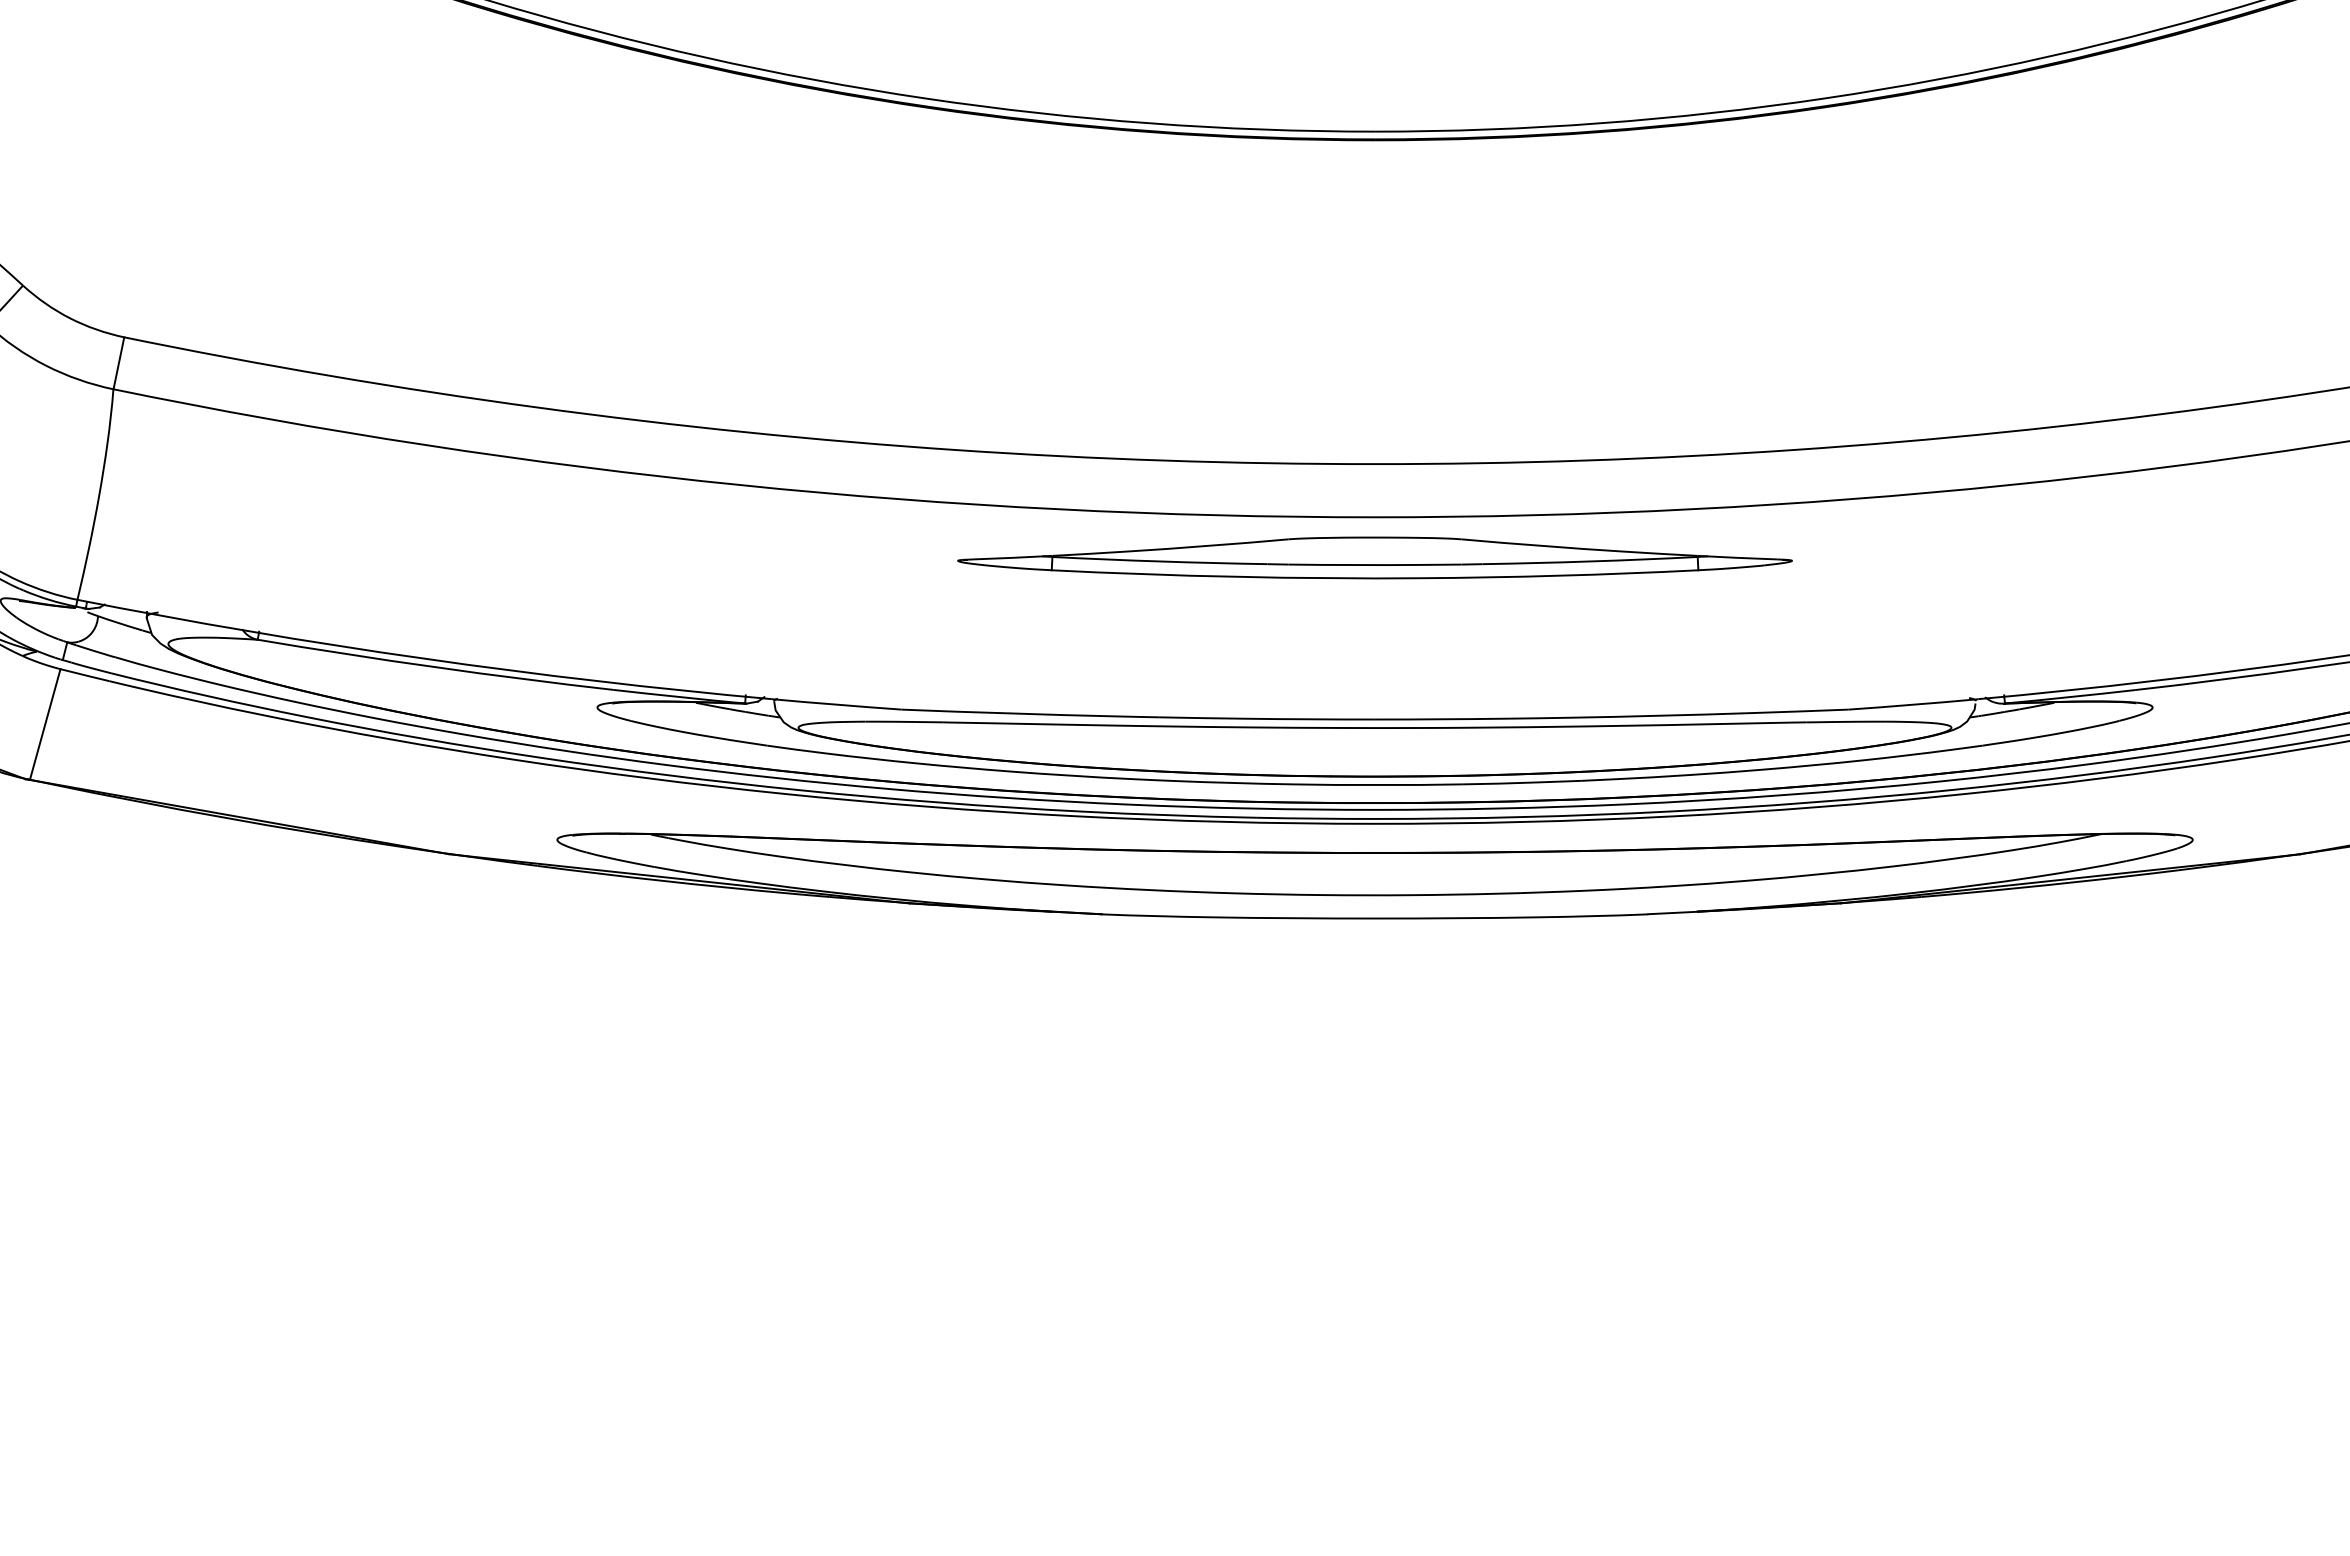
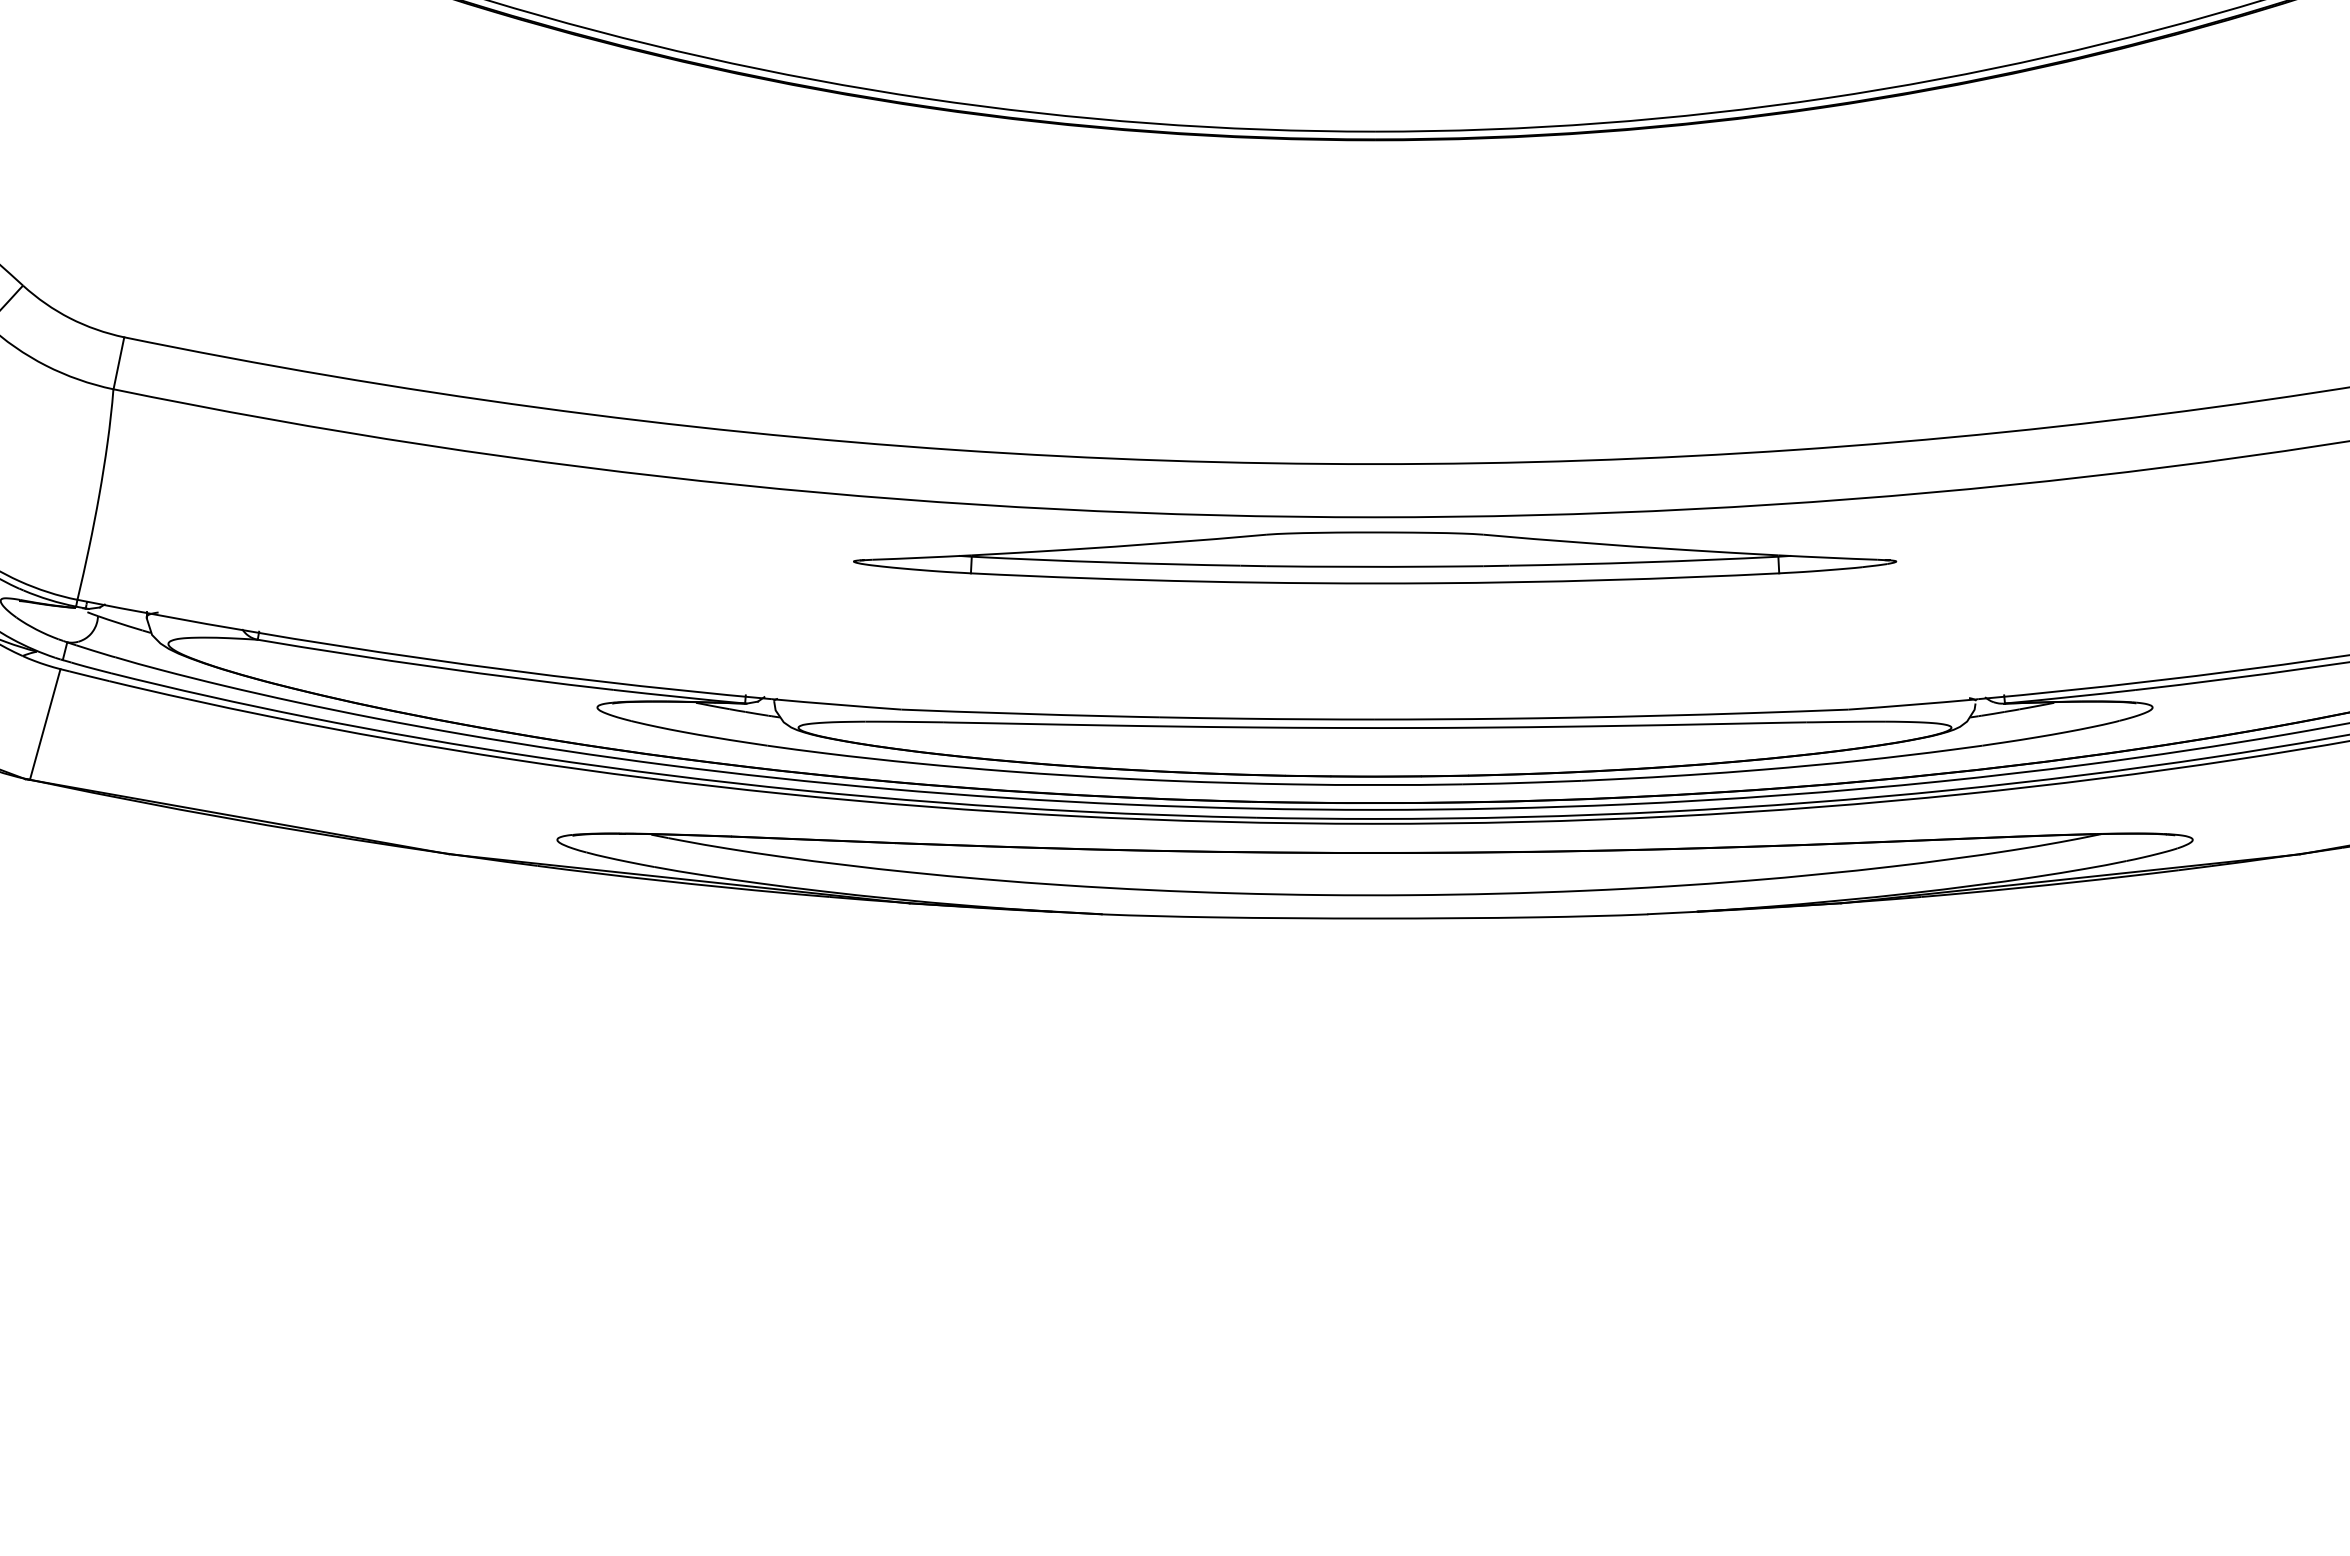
part at (1374, 557) size: 836x44 px -> 1045x54 px
